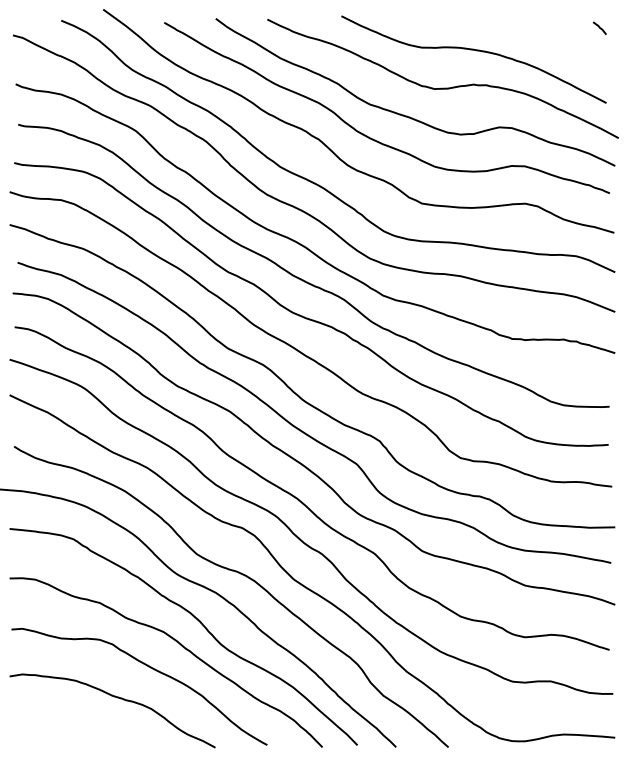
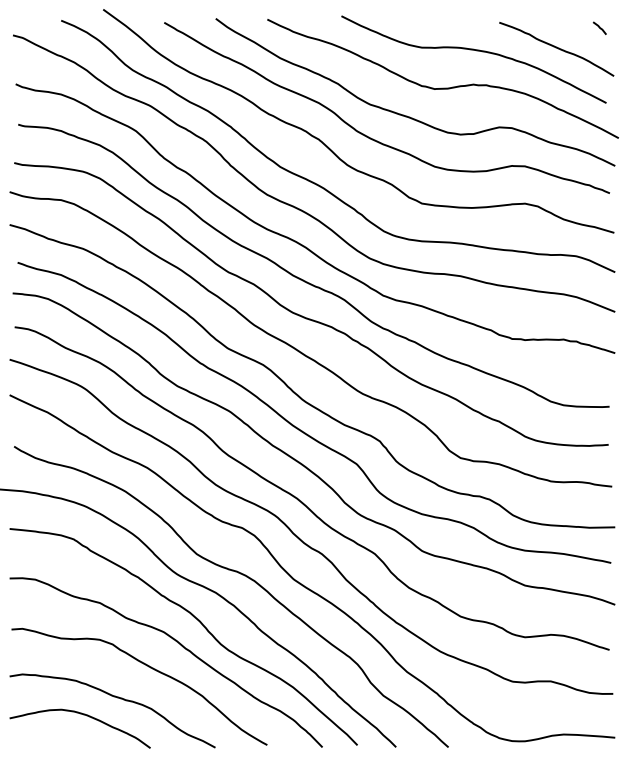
curve at (556, 48): none -> present
curve at (83, 715): none -> present
